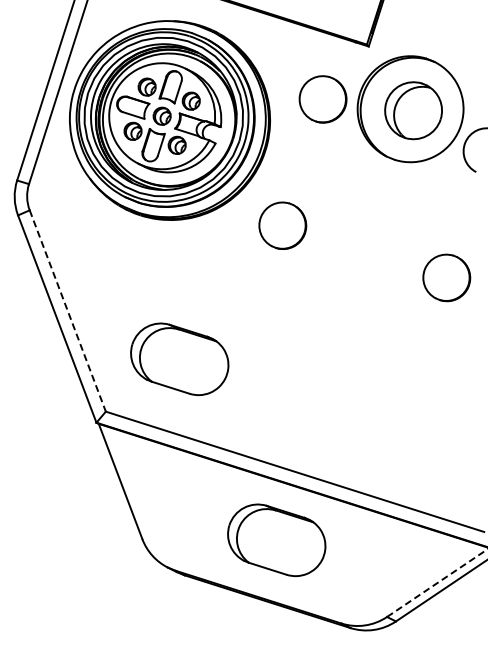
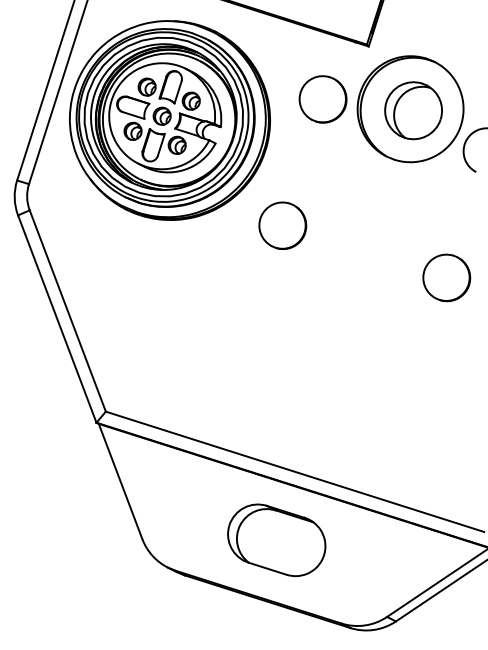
line at (67, 310): dashed -> solid
part at (179, 359): present -> none
line at (437, 583): dashed -> solid
